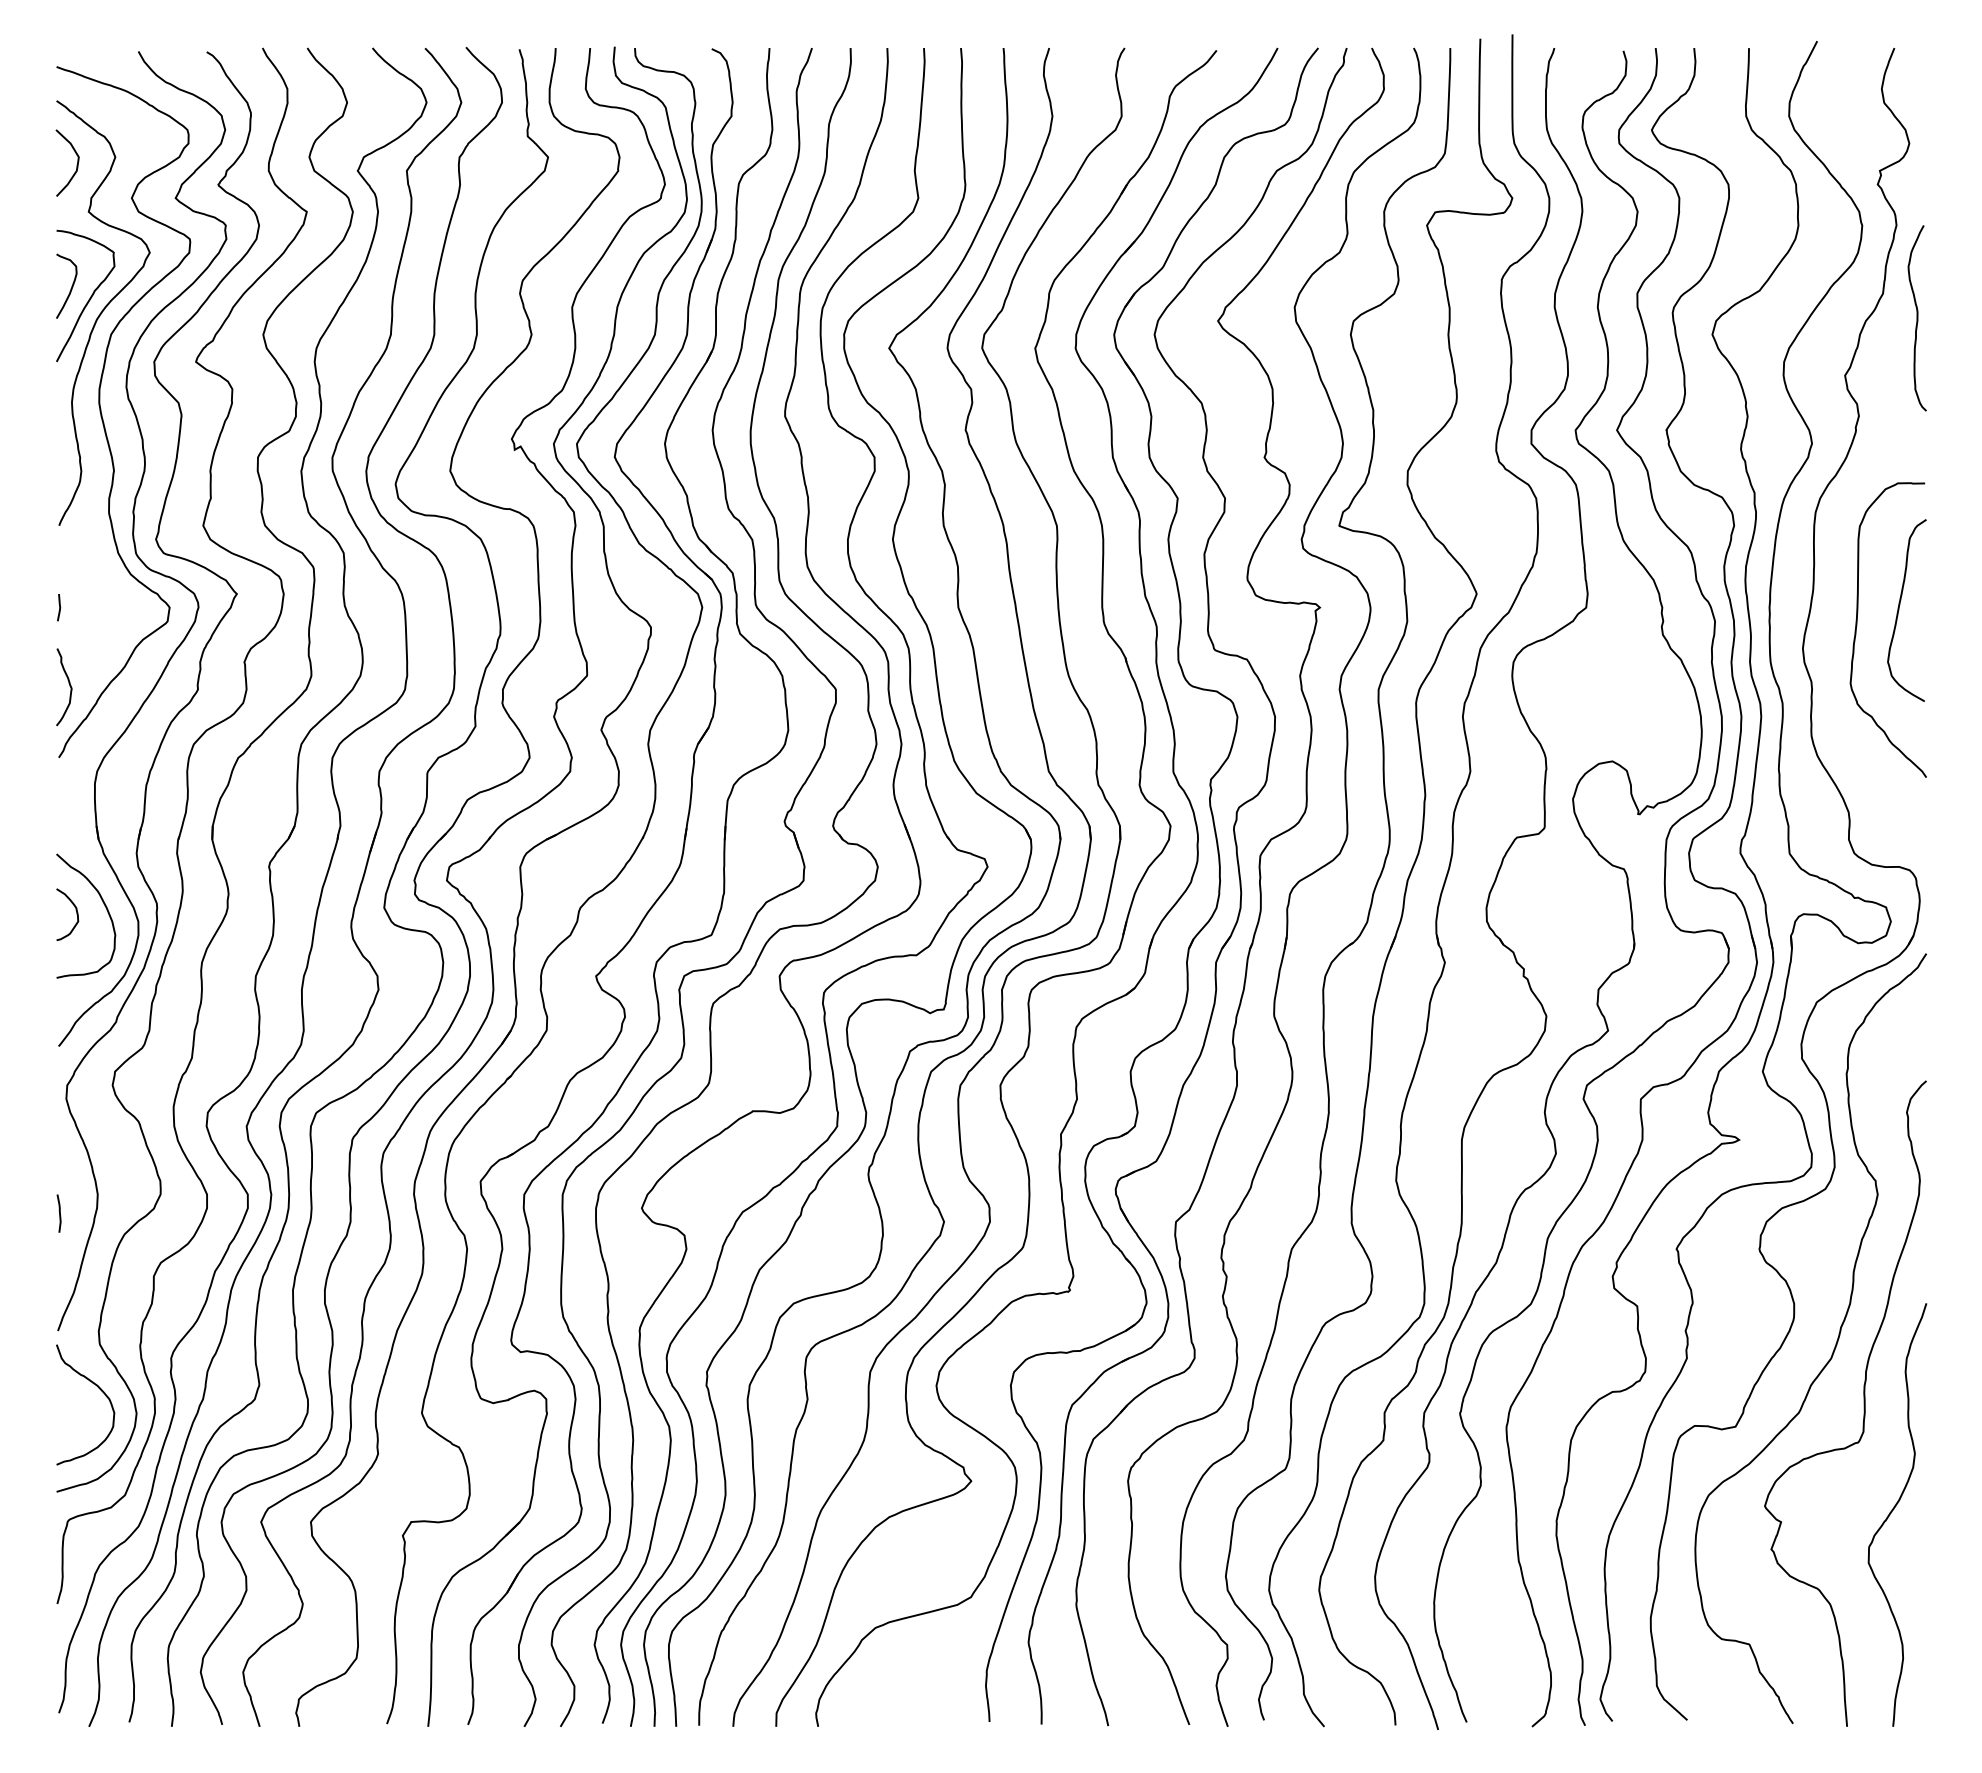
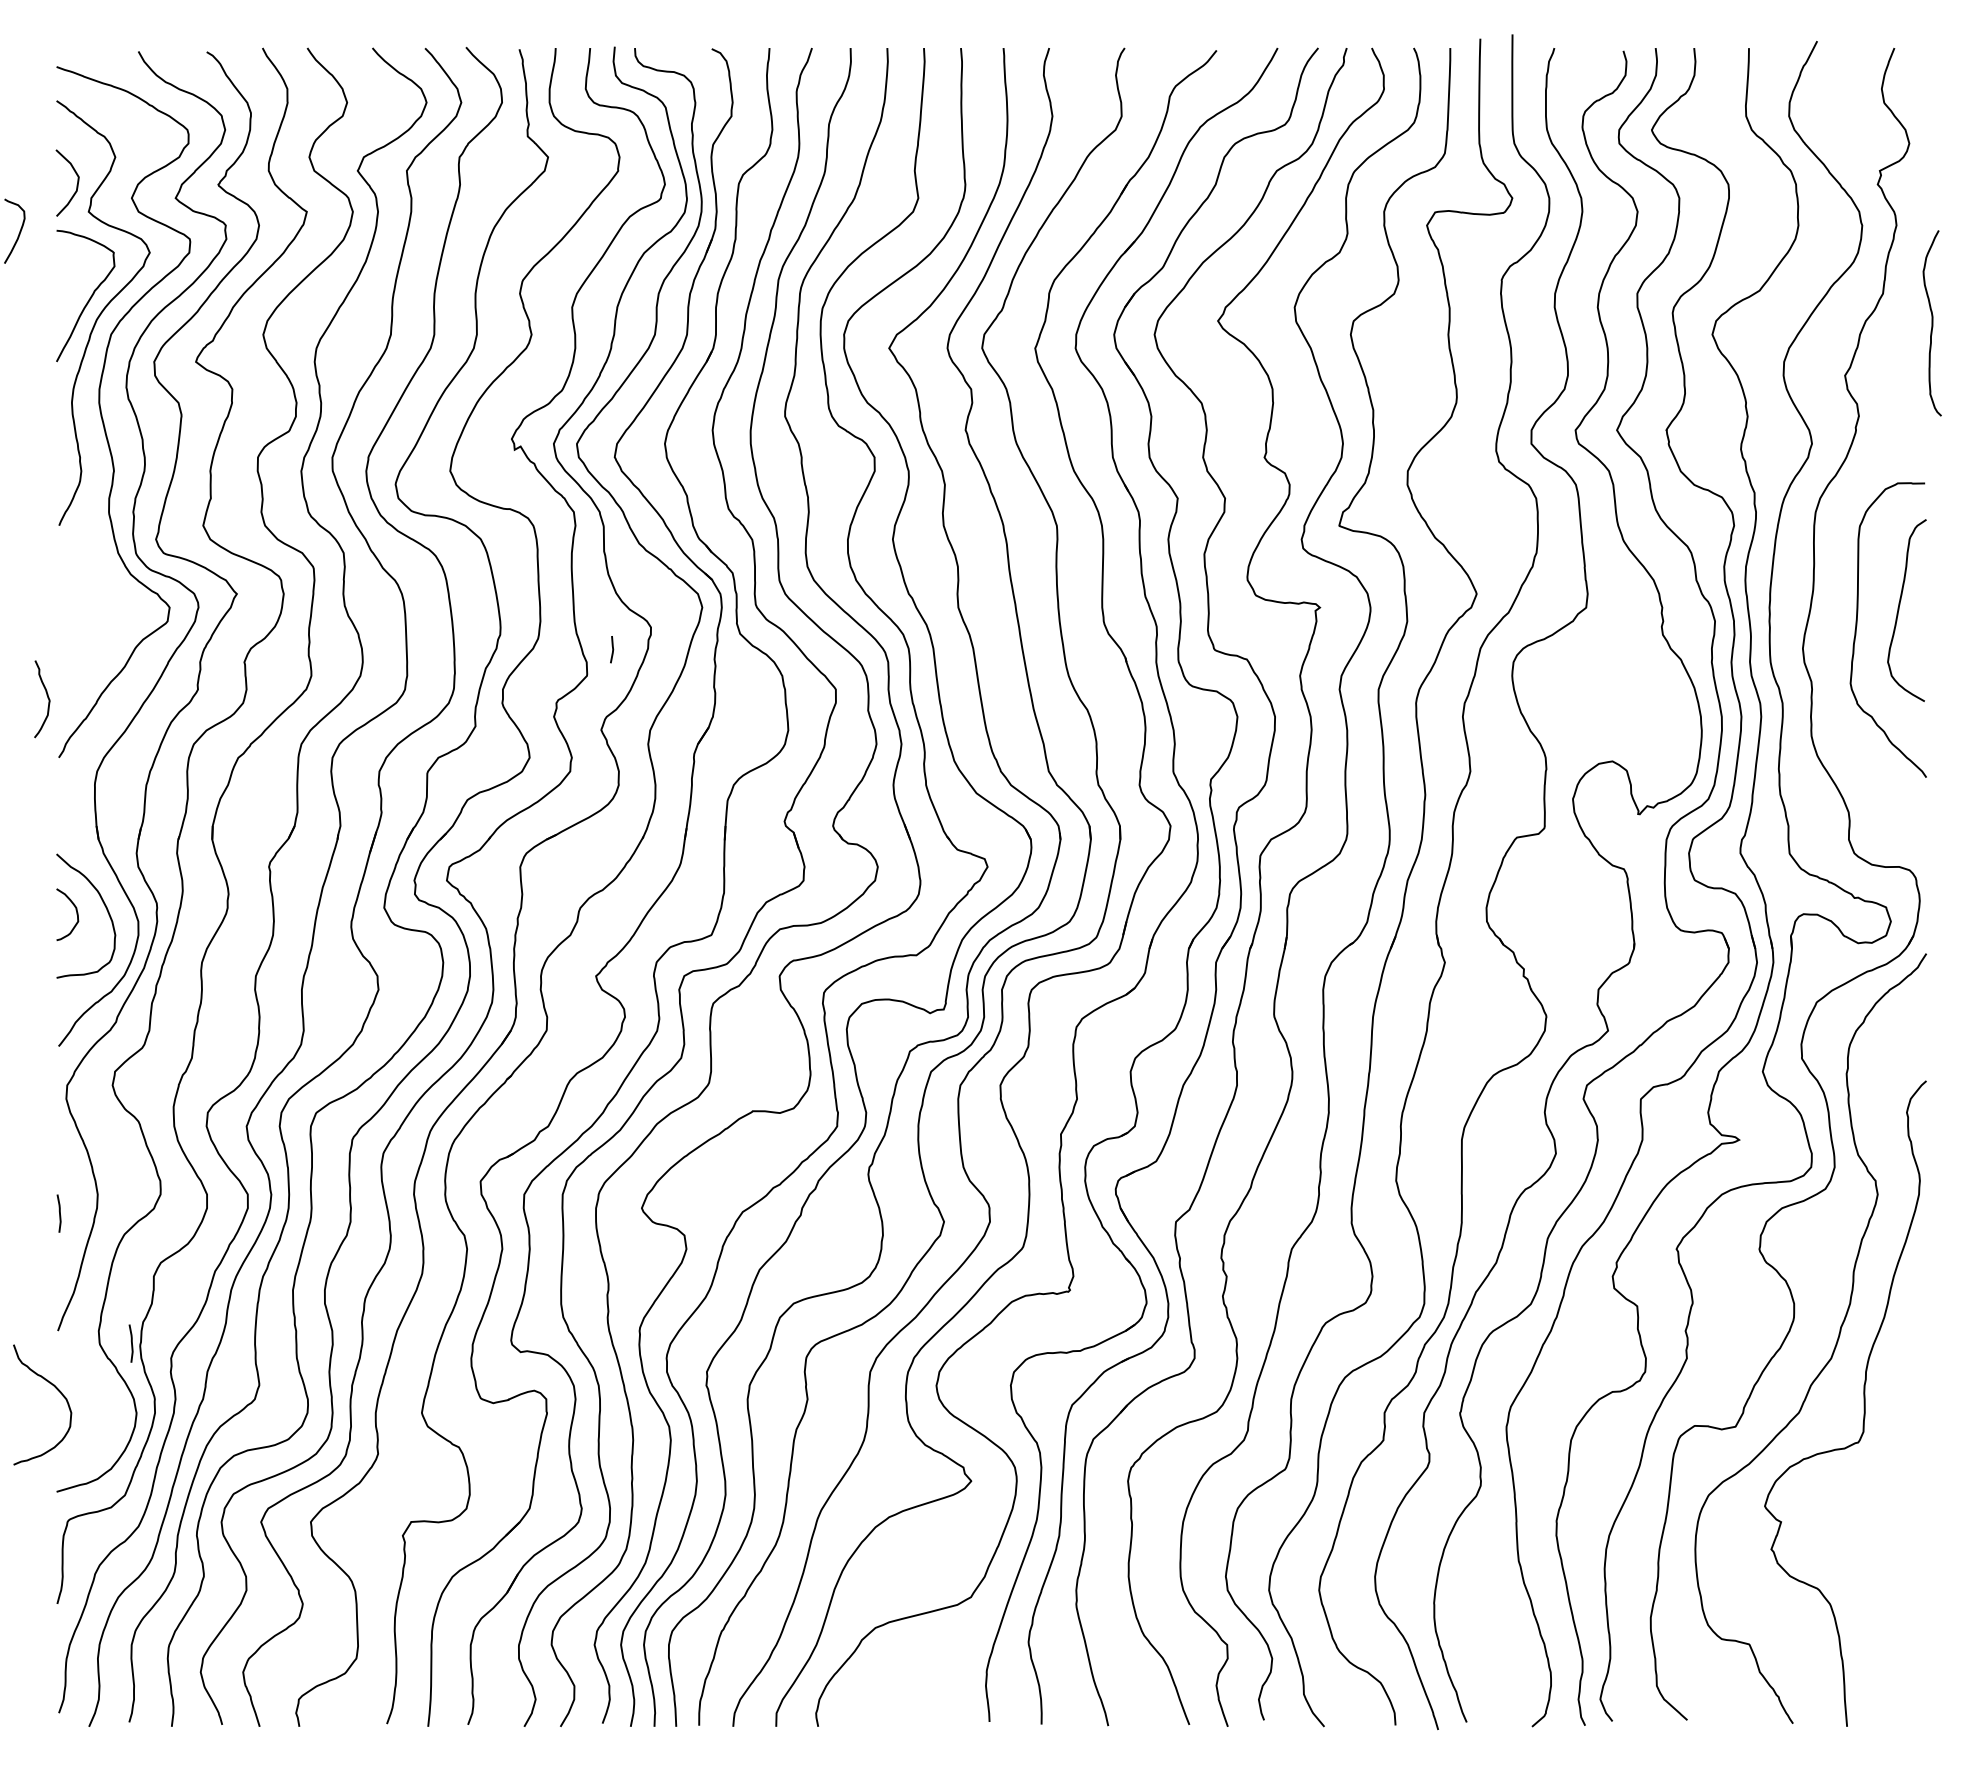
curve at (76, 164) position: (76, 164) -> (76, 184)
curve at (71, 285) position: (71, 285) -> (19, 230)
curve at (1916, 318) position: (1916, 318) -> (1931, 323)
line at (59, 607) position: (59, 607) -> (612, 649)
curve at (69, 686) position: (69, 686) -> (47, 698)
curve at (131, 1343): none -> present
curve at (99, 1389) position: (99, 1389) -> (56, 1389)
curve at (1893, 1510): present -> none
